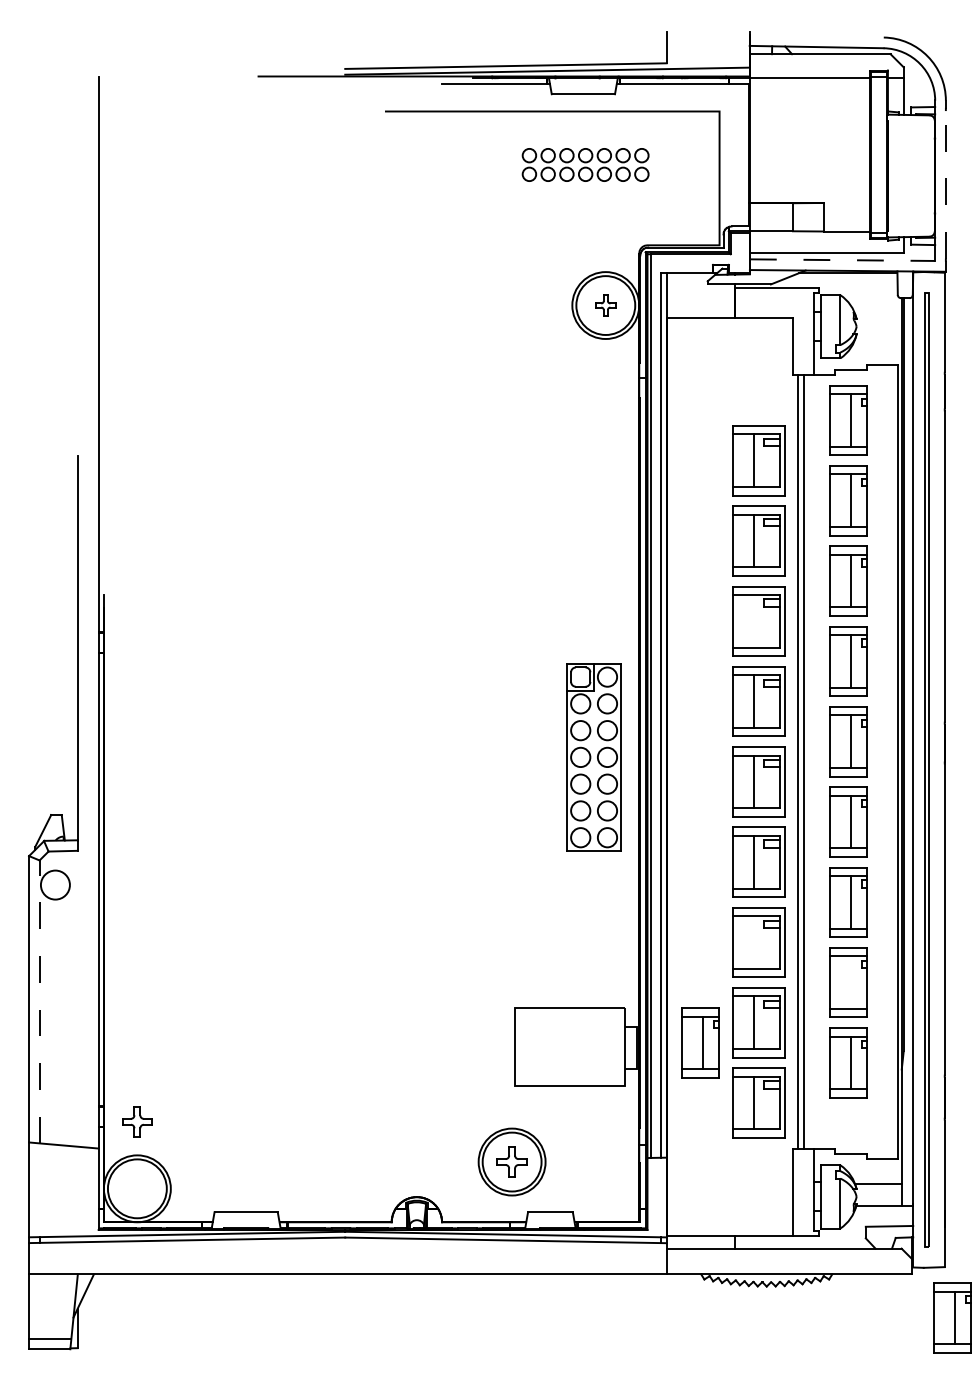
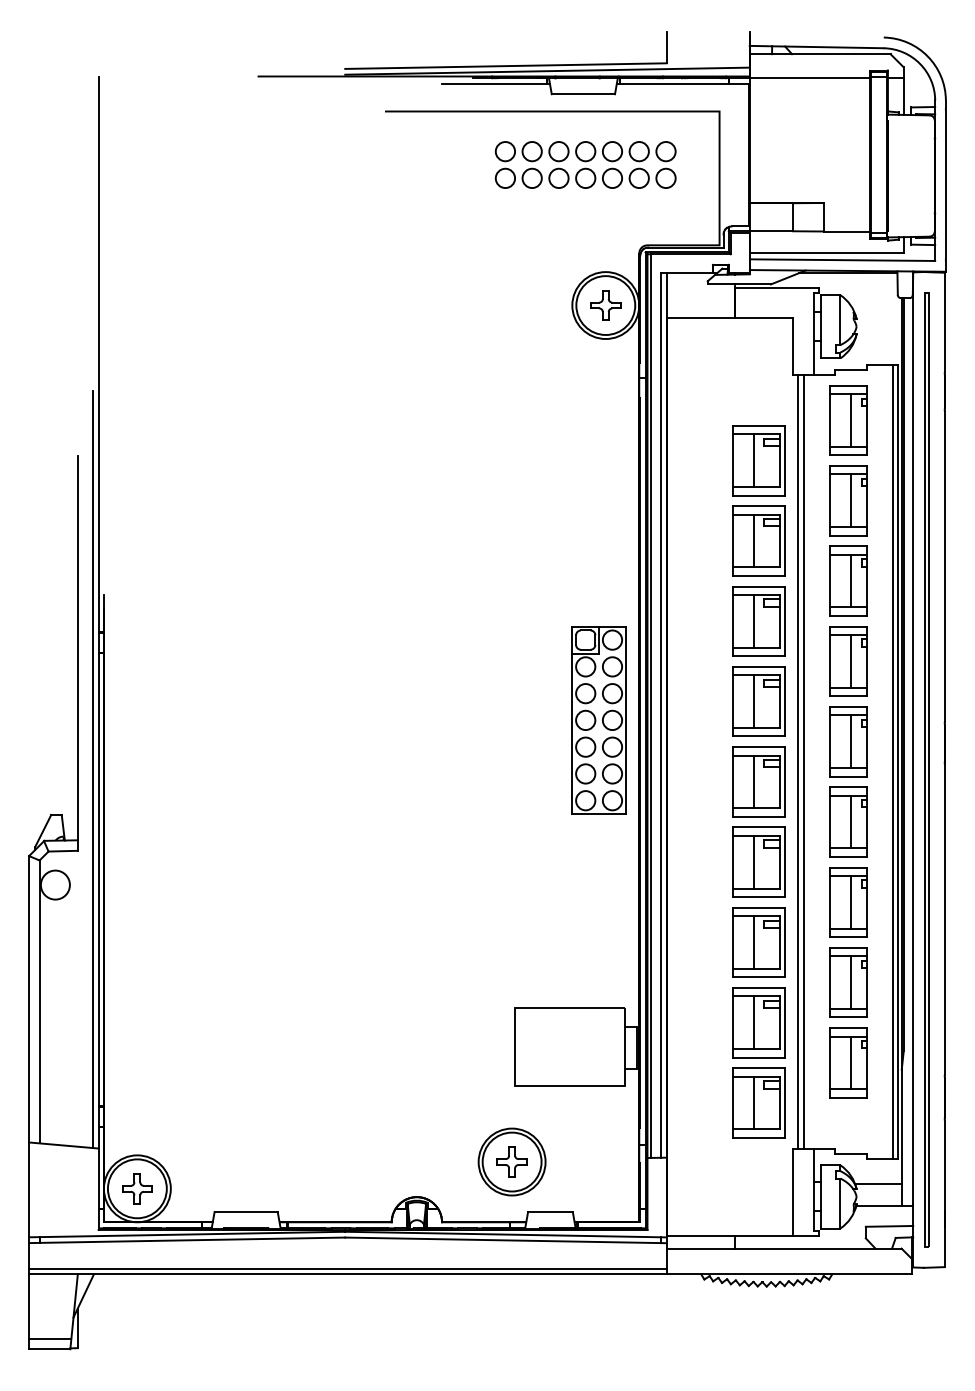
part at (585, 164) size: 129x34 px -> 183x48 px
line at (945, 184): dashed -> solid
line at (842, 260): dashed -> solid
part at (605, 305) size: 22x23 px -> 32x31 px
line at (753, 620): none -> present
part at (593, 757) position: (593, 757) -> (598, 720)
line at (893, 761): none -> present
line at (93, 769): none -> present
line at (753, 942): none -> present
line at (851, 982): none -> present
line at (39, 1001): dashed -> solid
part at (700, 1042): present -> none
part at (137, 1121) position: (137, 1121) -> (137, 1188)
line at (347, 1269): none -> present
part at (952, 1317): present -> none
